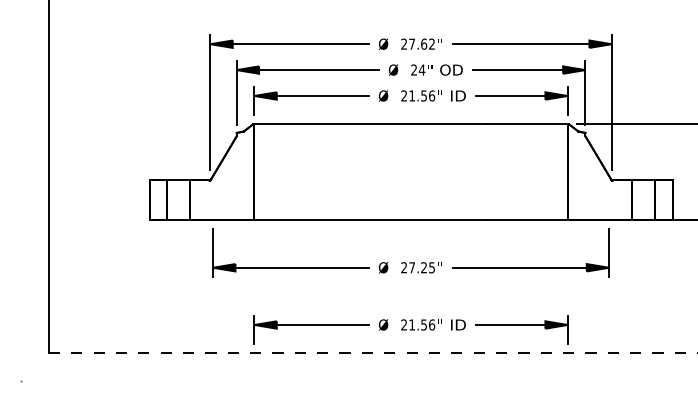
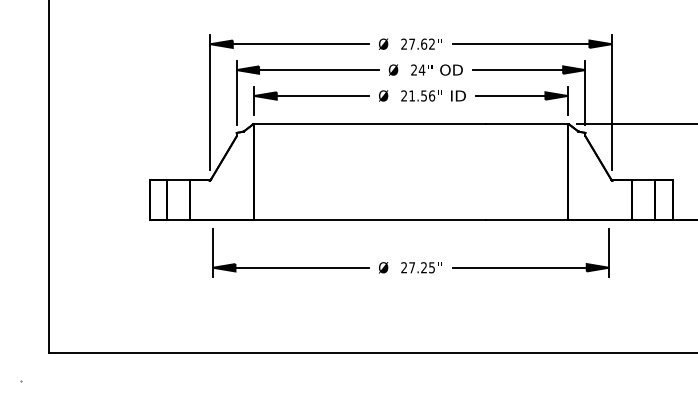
part at (410, 329): present -> none
line at (373, 353): dashed -> solid
